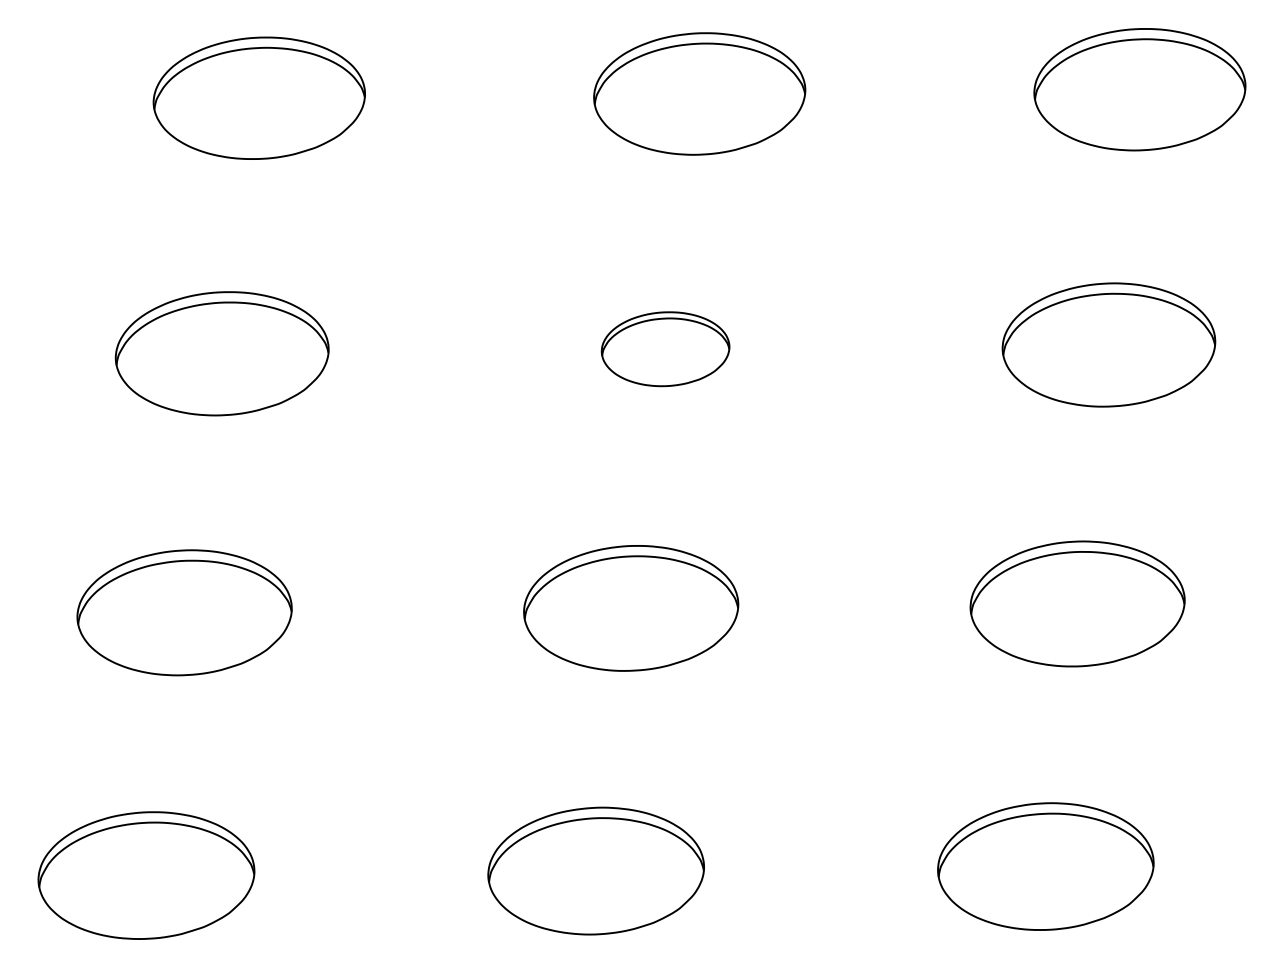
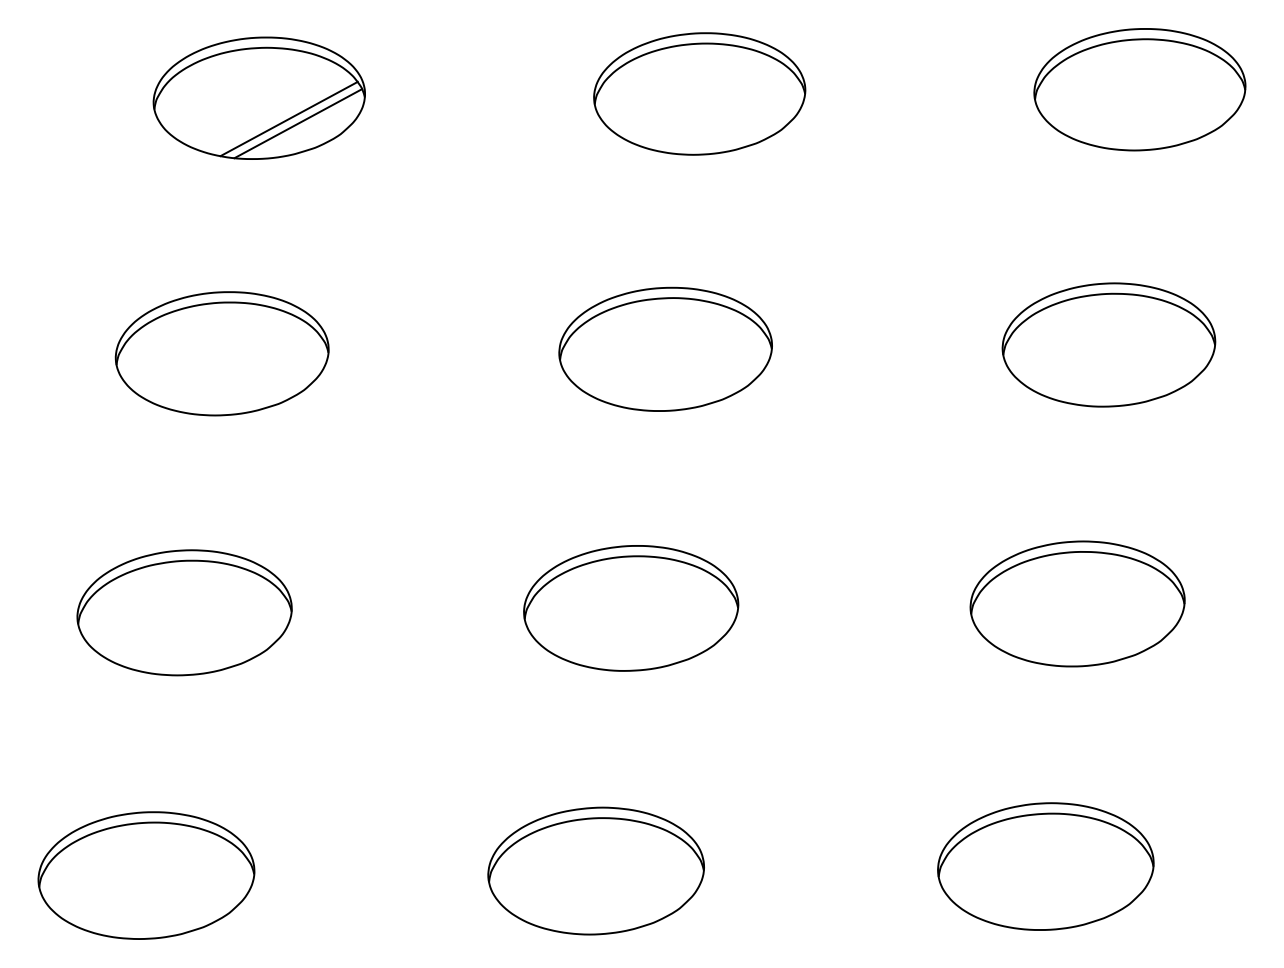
line at (288, 118): none -> present
line at (298, 123): none -> present
part at (665, 349) size: 131x77 px -> 215x126 px
